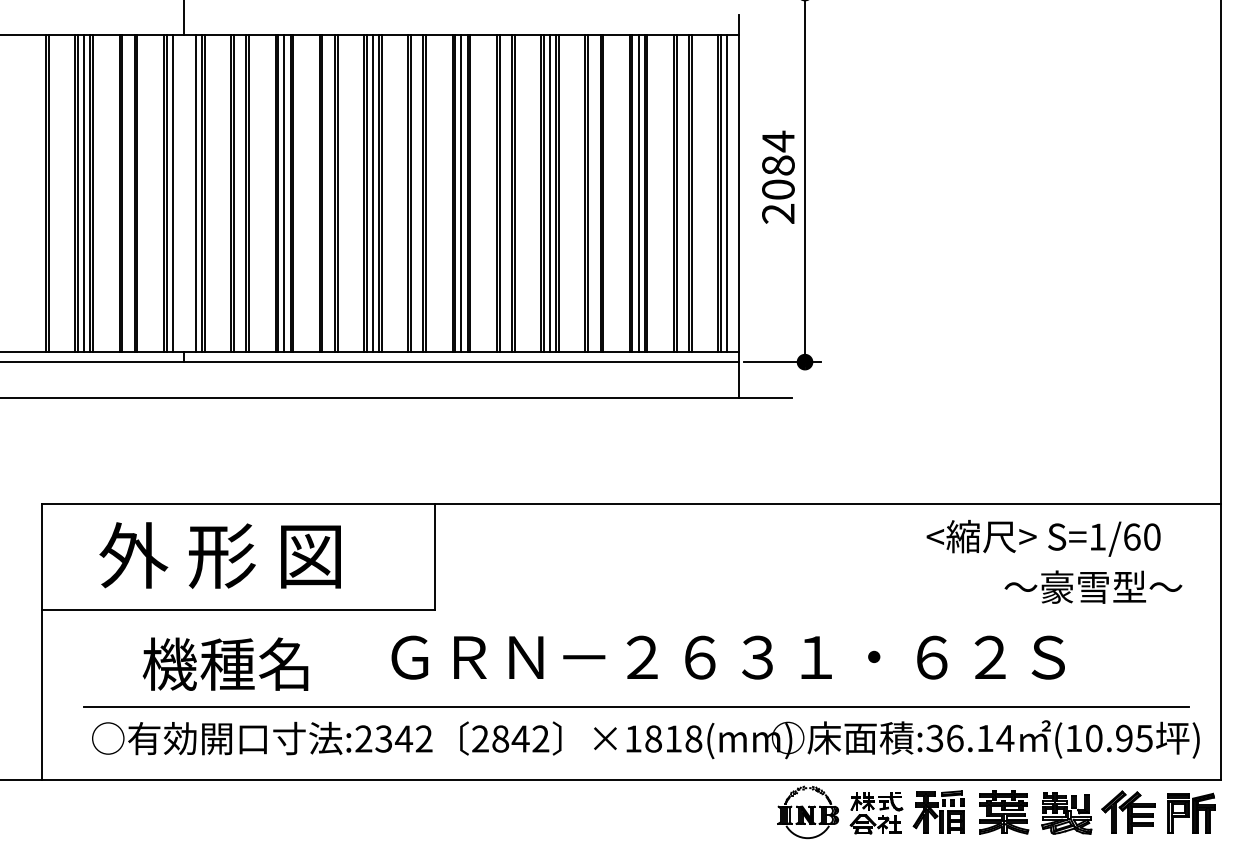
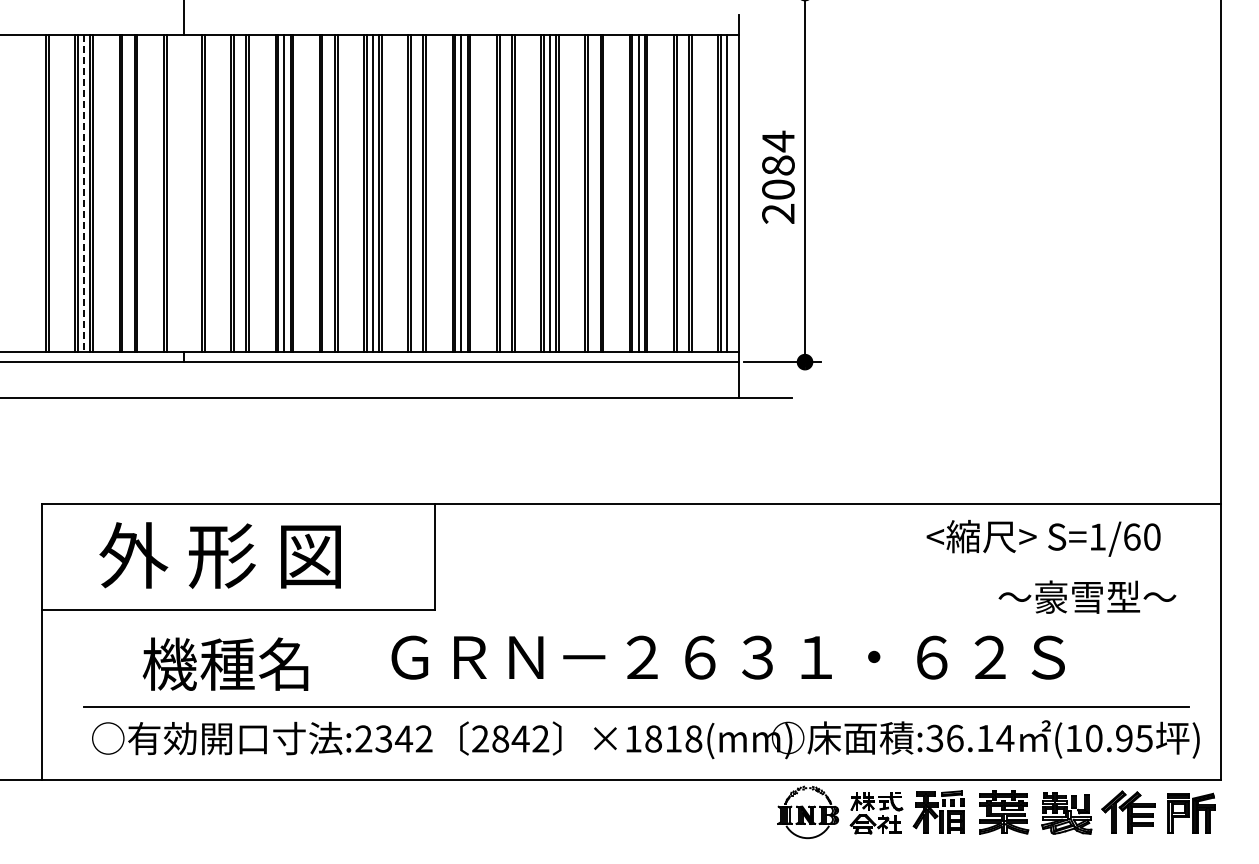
line at (84, 193): solid -> dashed
line at (172, 193): present -> none
line at (195, 193): present -> none
text at (1093, 586) position: (1093, 586) -> (1087, 596)
